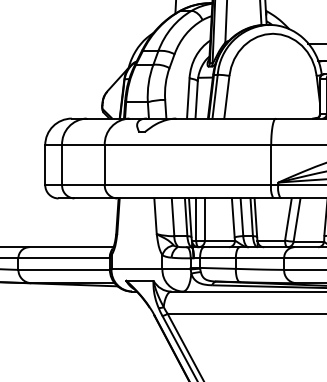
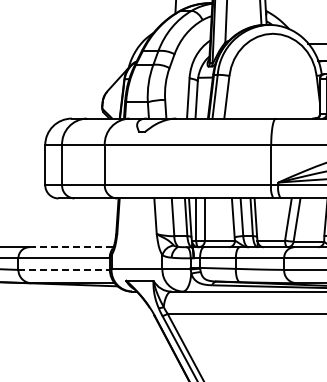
line at (71, 247): solid -> dashed
line at (64, 269): solid -> dashed
